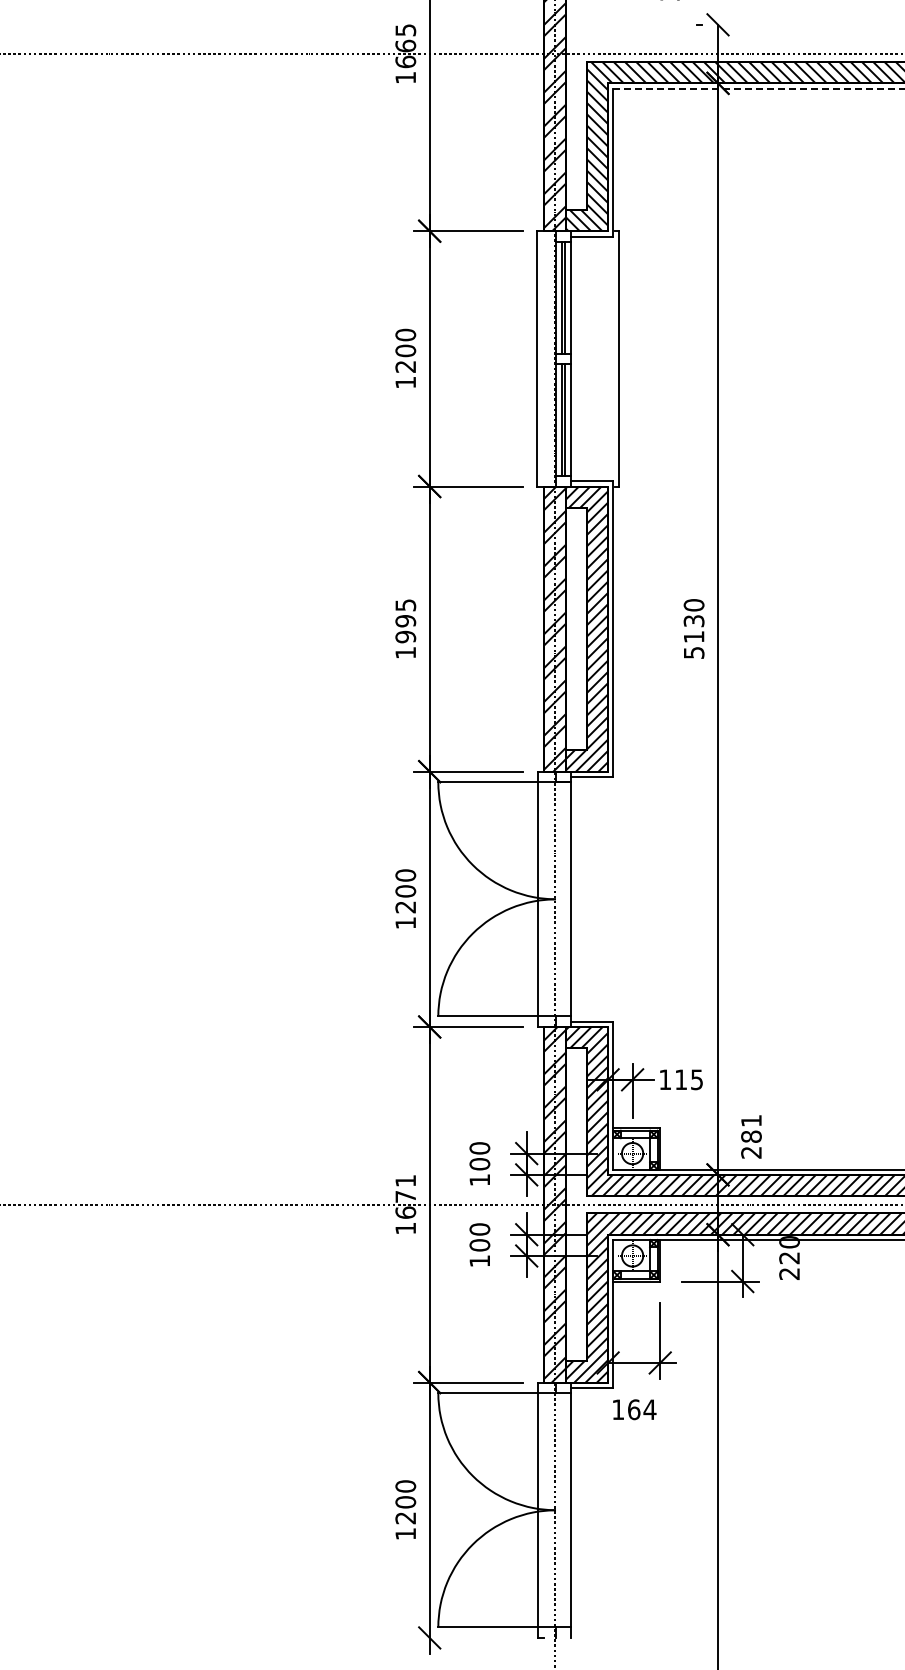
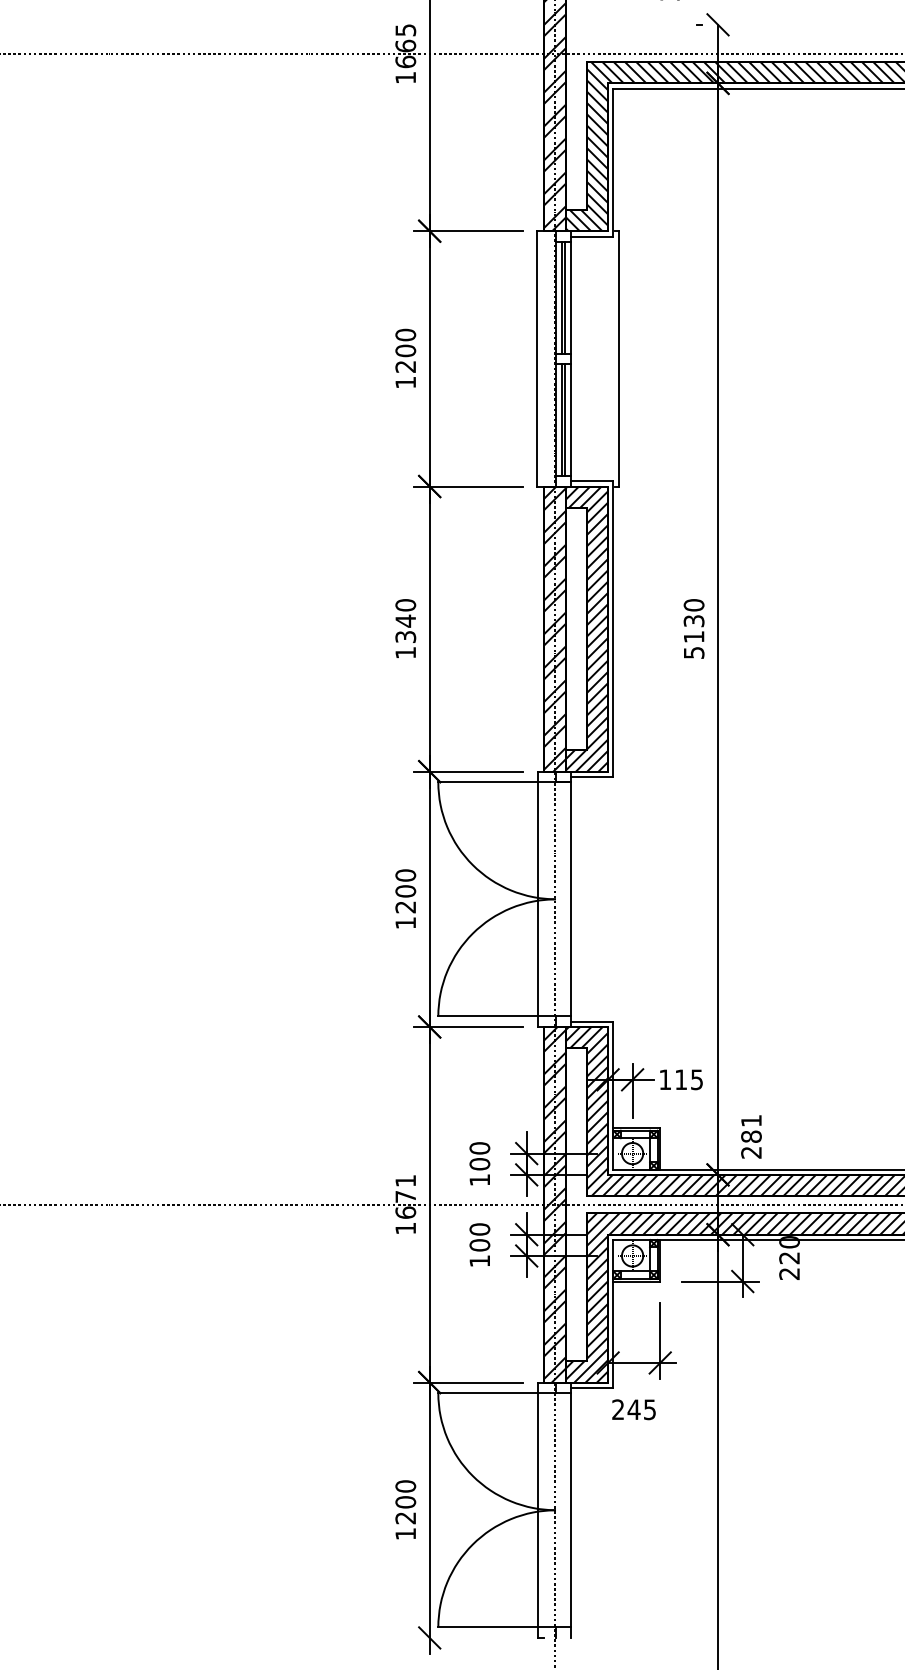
line at (759, 88): dashed -> solid
text at (405, 621): 1995 -> 1340
text at (634, 1409): 164 -> 245
